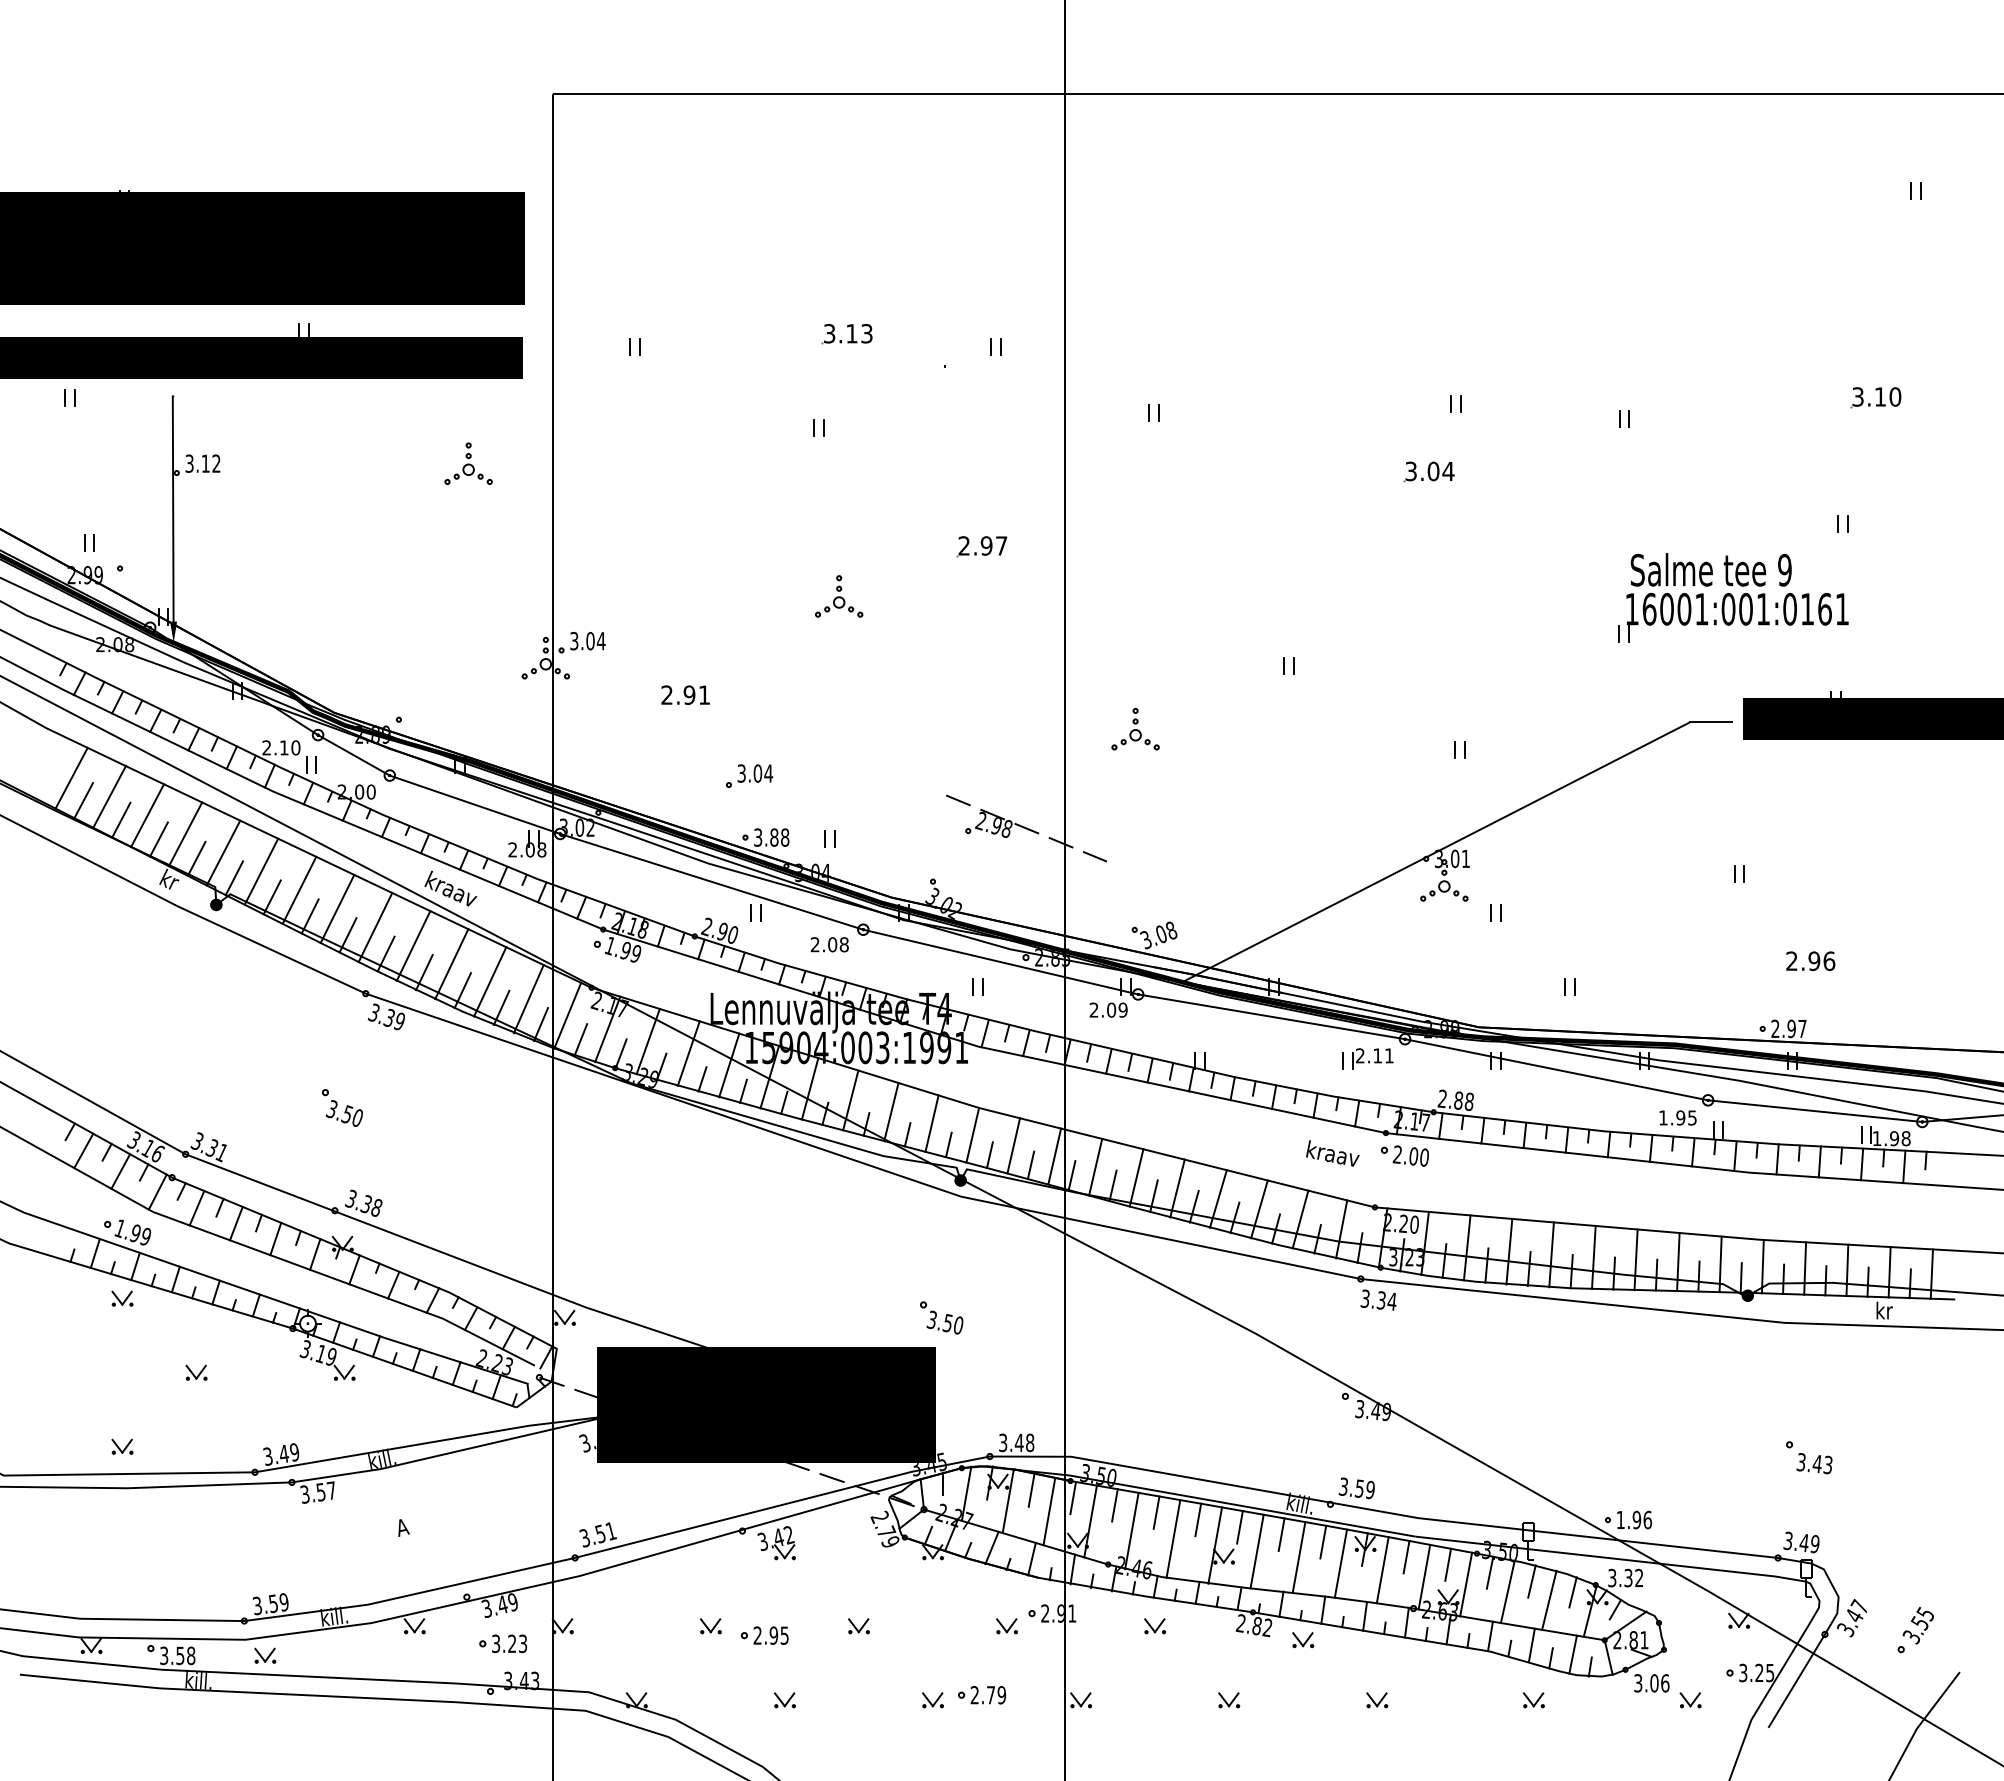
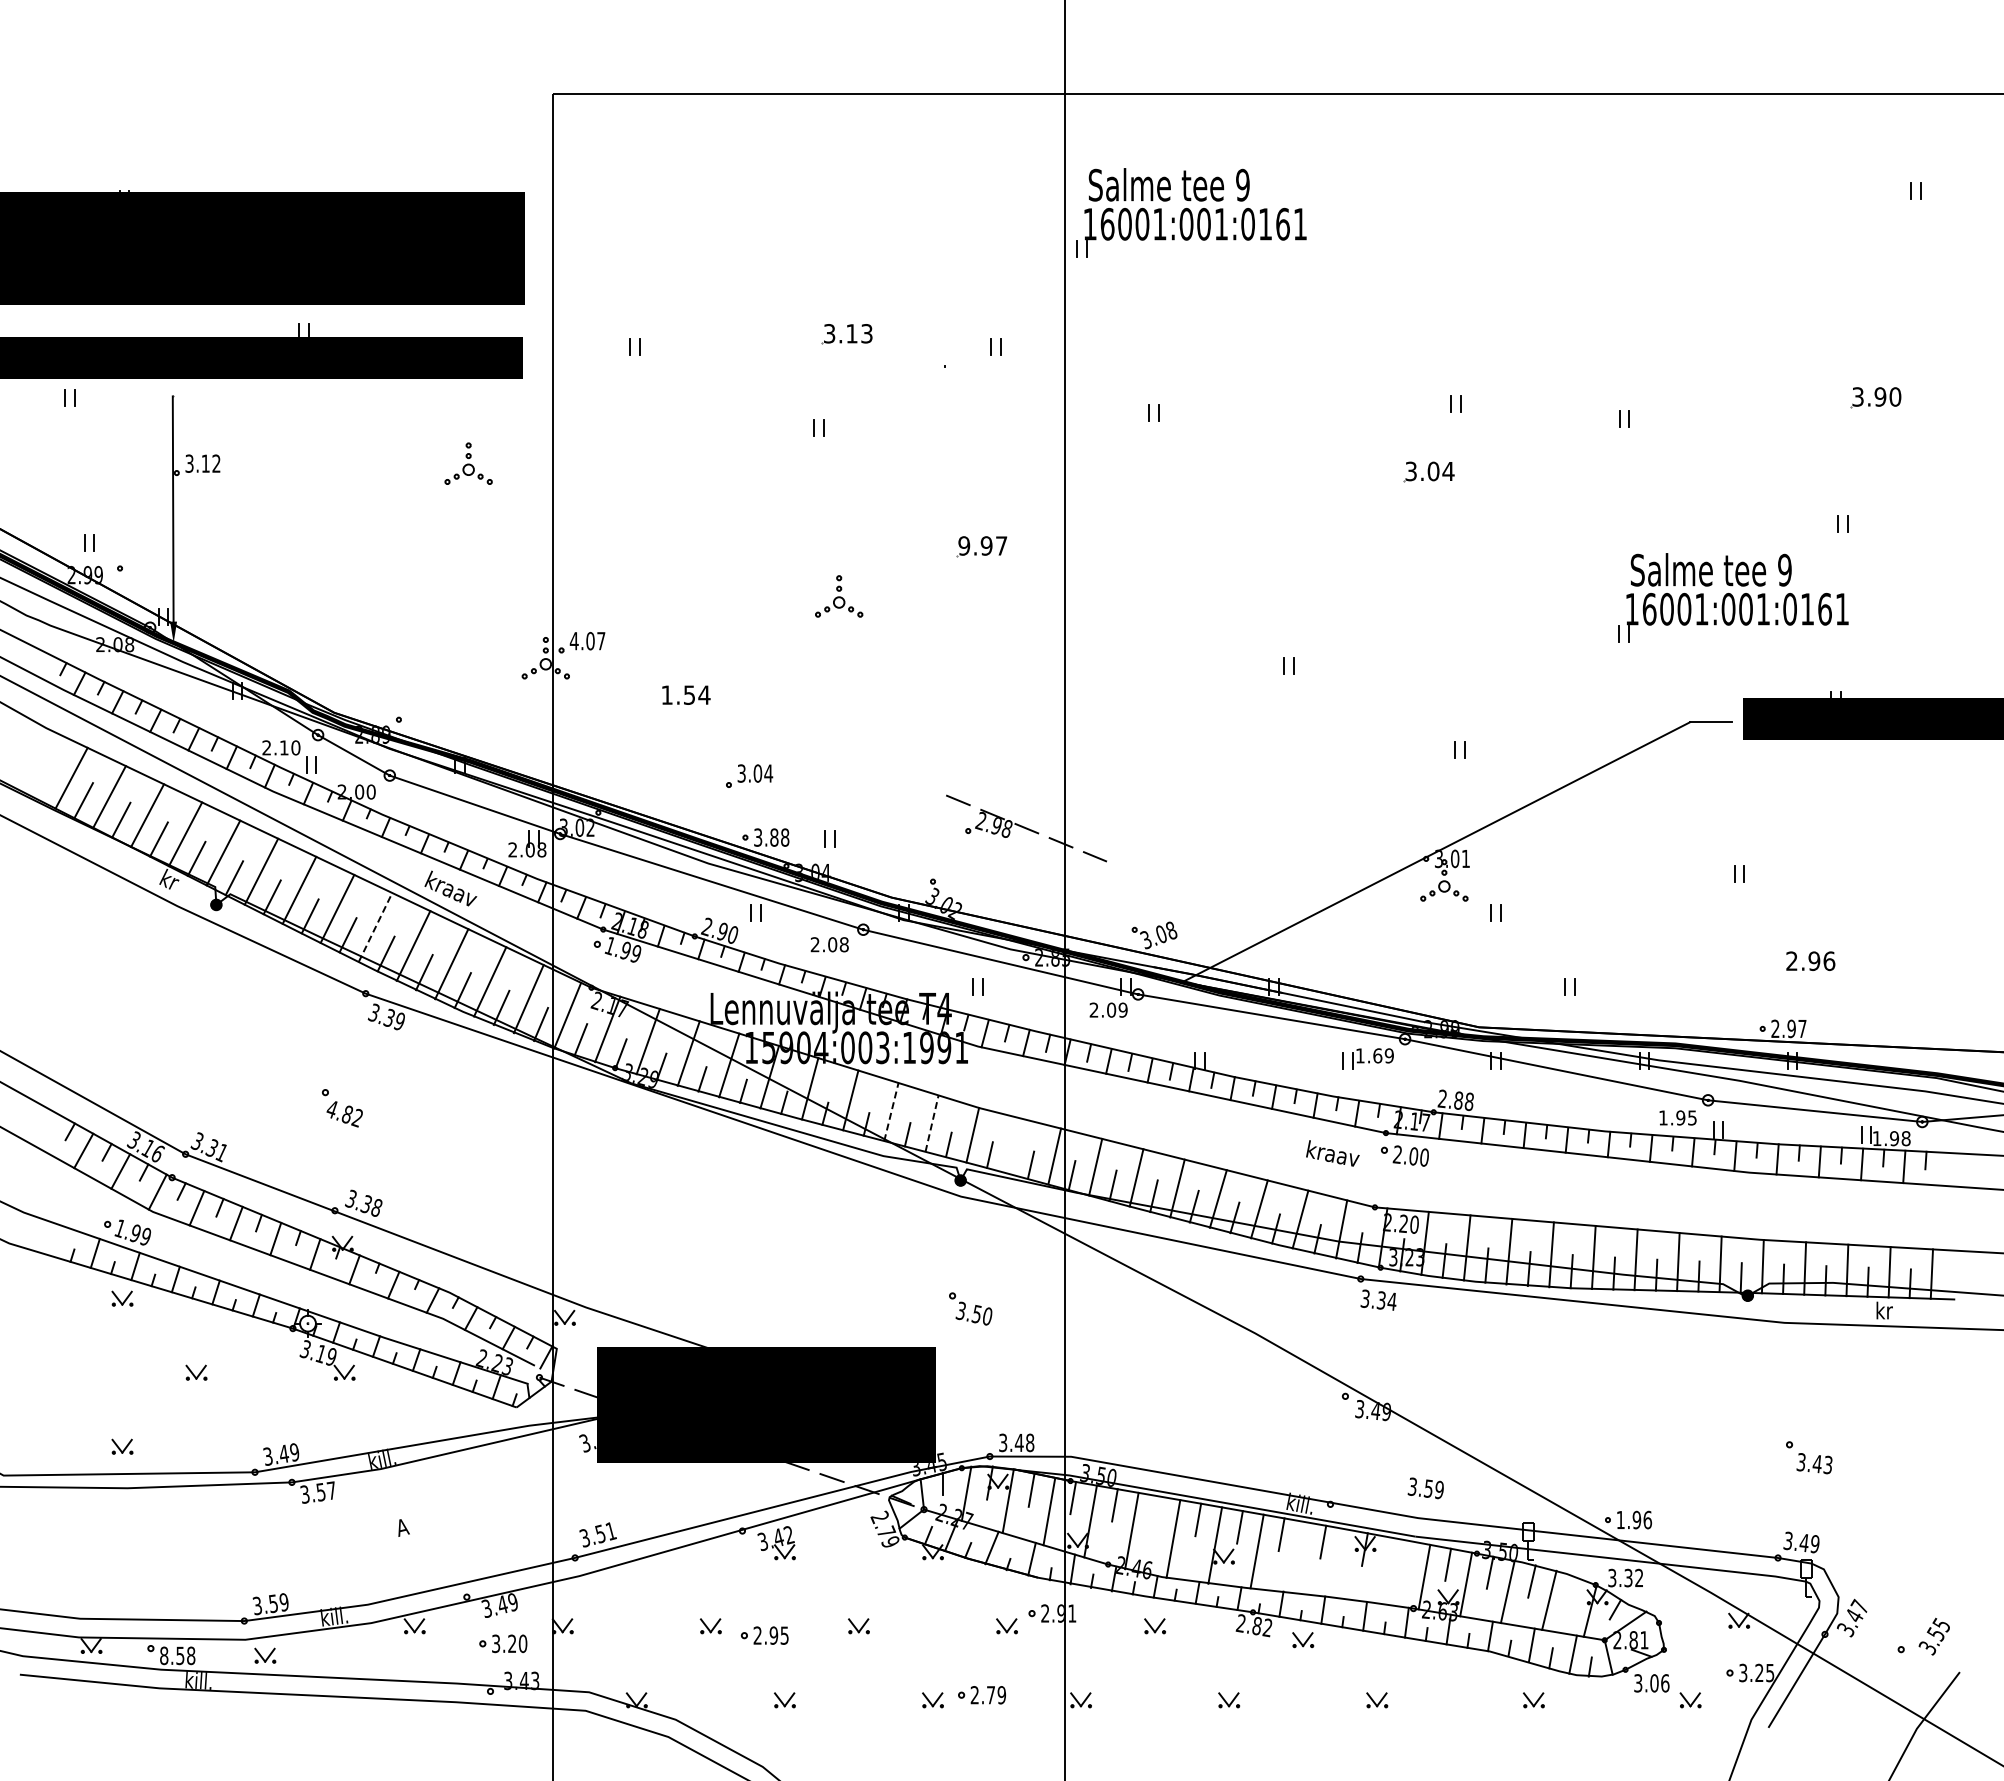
part at (1191, 212): none -> present
text at (1880, 396): 3.10 -> 3.90
text at (964, 545): 2.97 -> 9.97
text at (587, 641): 3.04 -> 4.07
text at (685, 694): 2.91 -> 1.54
part at (1135, 729): present -> none
line at (375, 927): solid -> dashed
text at (1374, 1055): 2.11 -> 1.69
line at (891, 1112): solid -> dashed
text at (343, 1113): 3.50 -> 4.82
line at (932, 1123): solid -> dashed
line at (1013, 1145): present -> none
part at (941, 1317) position: (941, 1317) -> (970, 1308)
text at (1356, 1488) position: (1356, 1488) -> (1425, 1488)
line at (1156, 1512): present -> none
line at (1406, 1556): present -> none
line at (1298, 1557): present -> none
line at (1340, 1563): present -> none
line at (1382, 1570): present -> none
line at (1572, 1592): present -> none
text at (1917, 1625) position: (1917, 1625) -> (1933, 1636)
text at (522, 1643): 3.23 -> 3.20
text at (164, 1655): 3.58 -> 8.58
